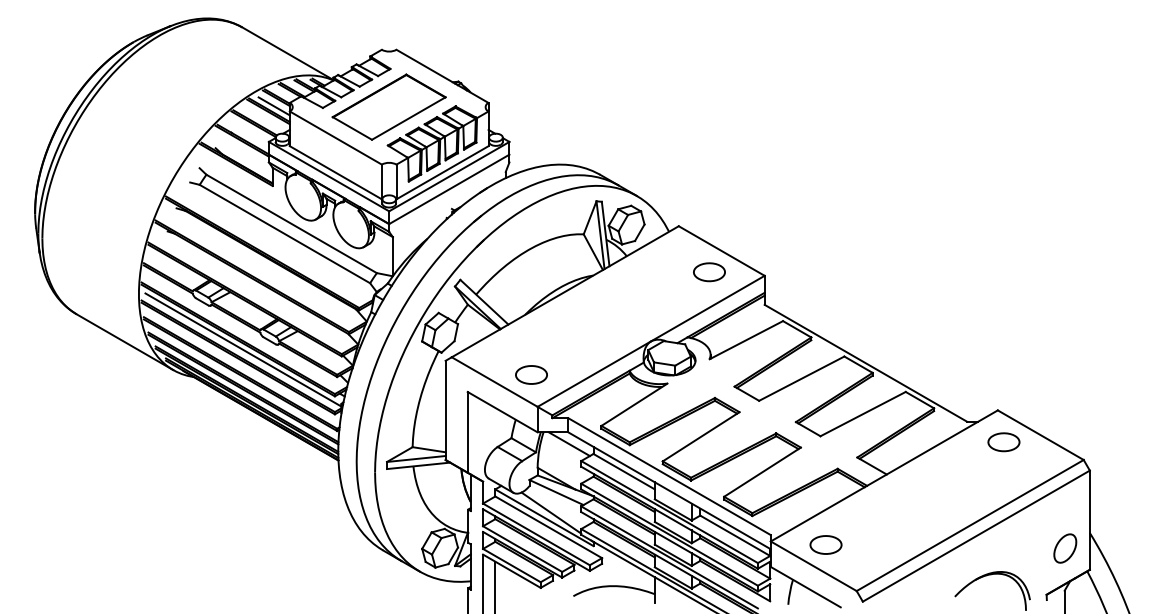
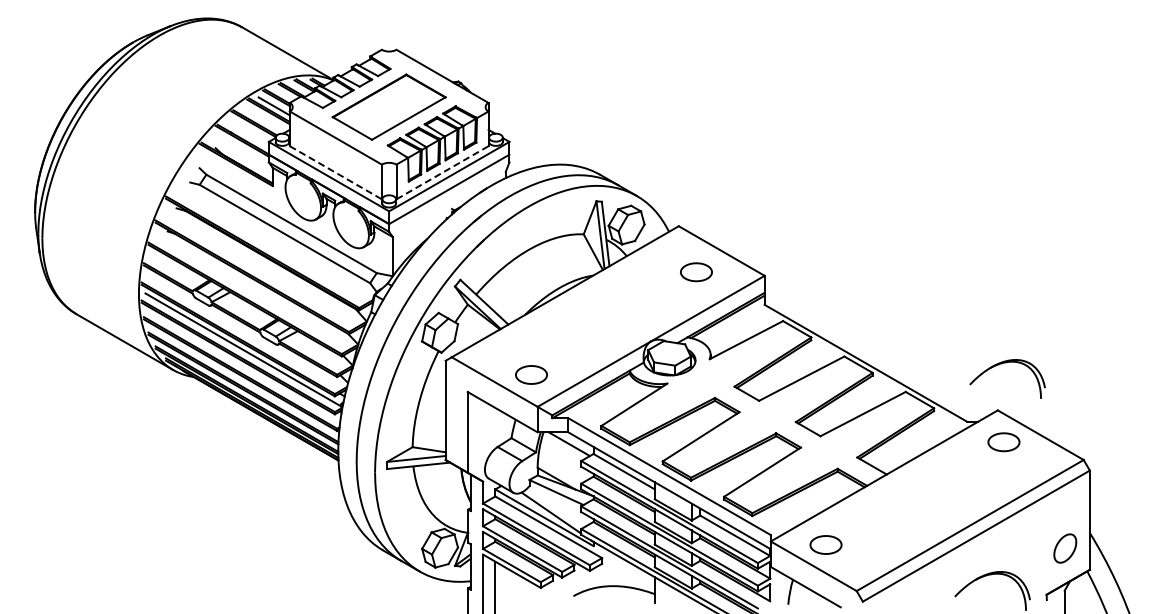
line at (336, 172): solid -> dashed
line at (443, 172): solid -> dashed
part at (709, 272) position: (709, 272) -> (696, 272)
part at (1006, 363): none -> present
